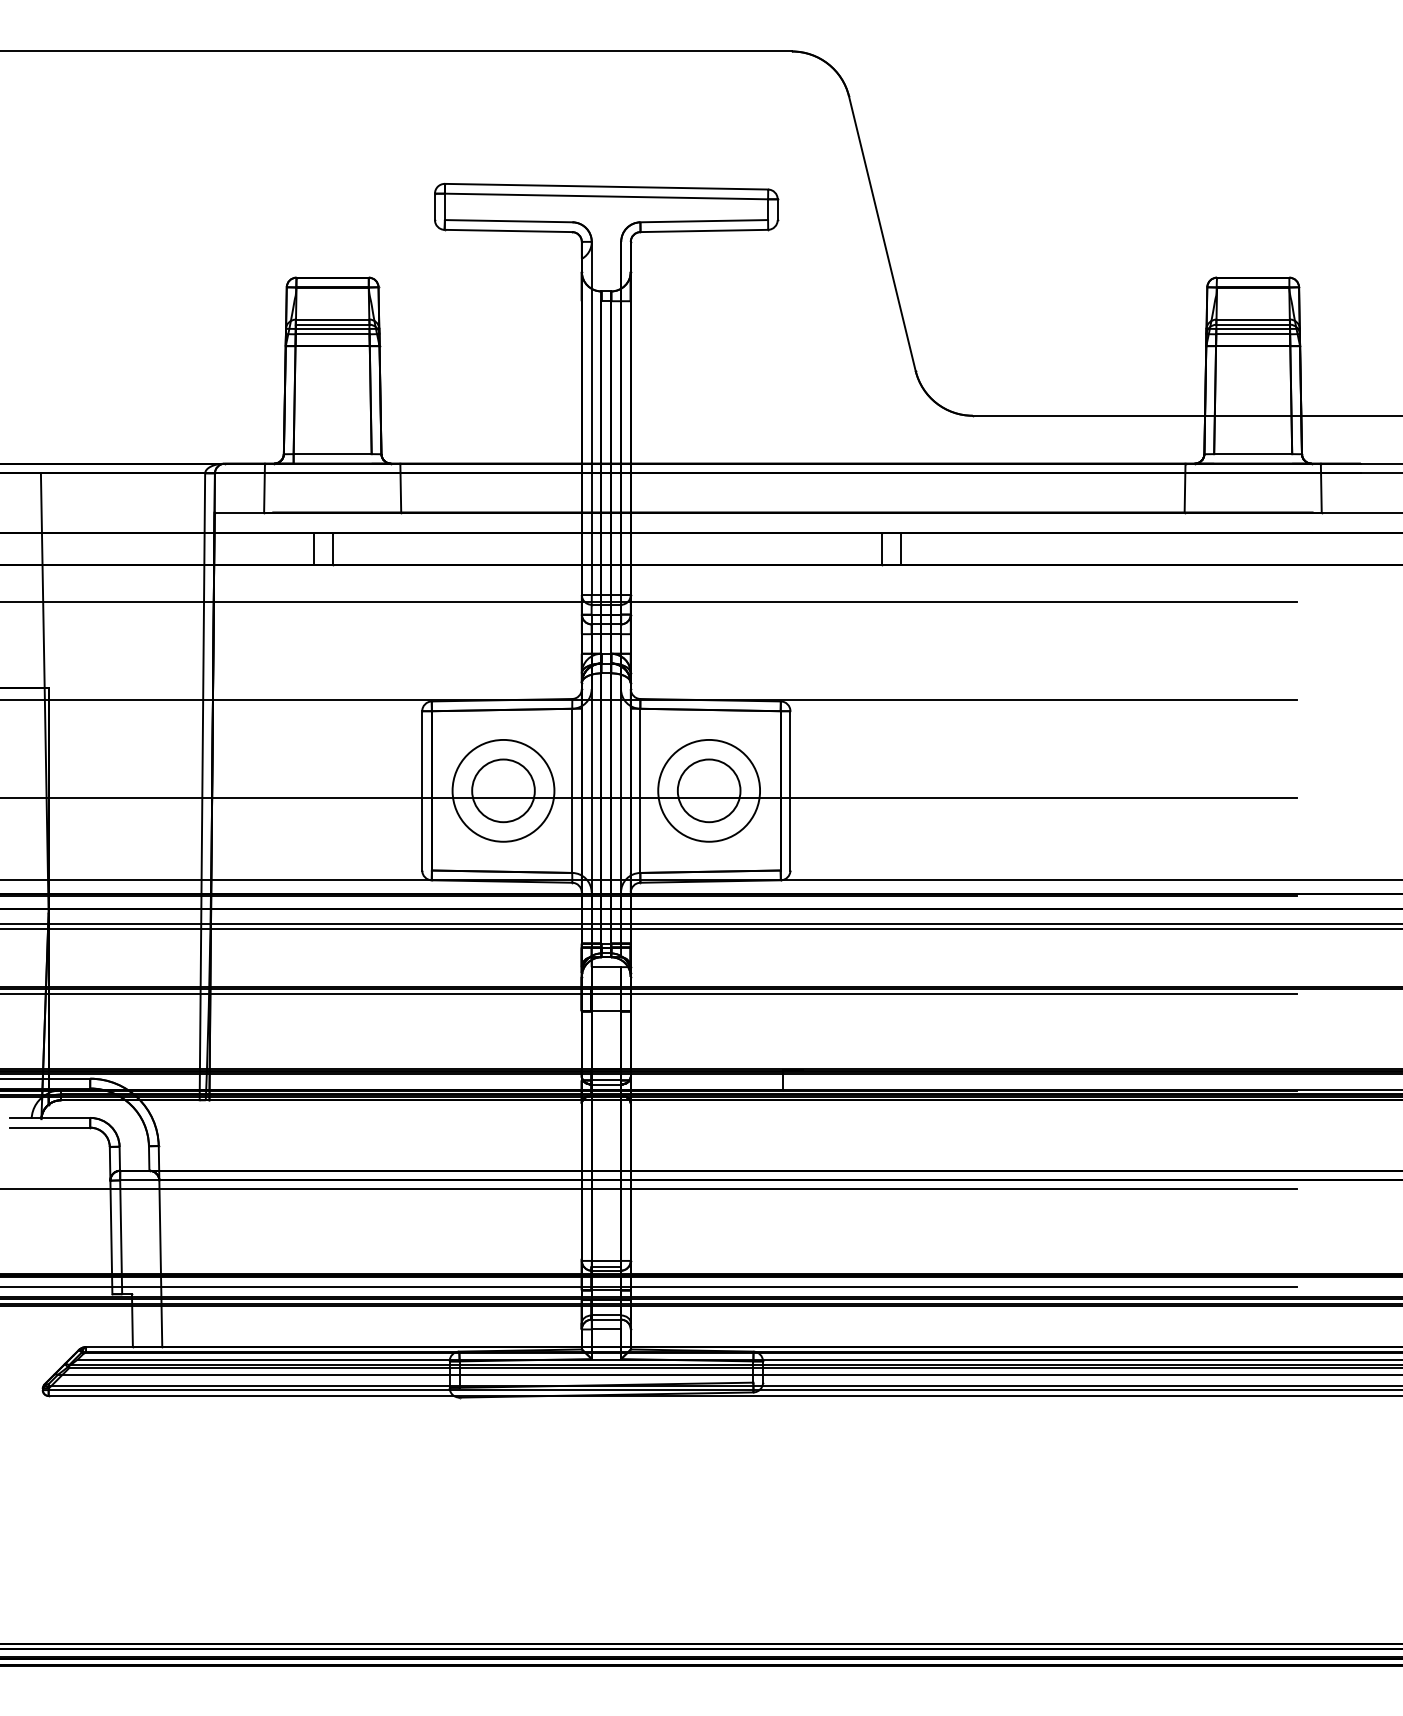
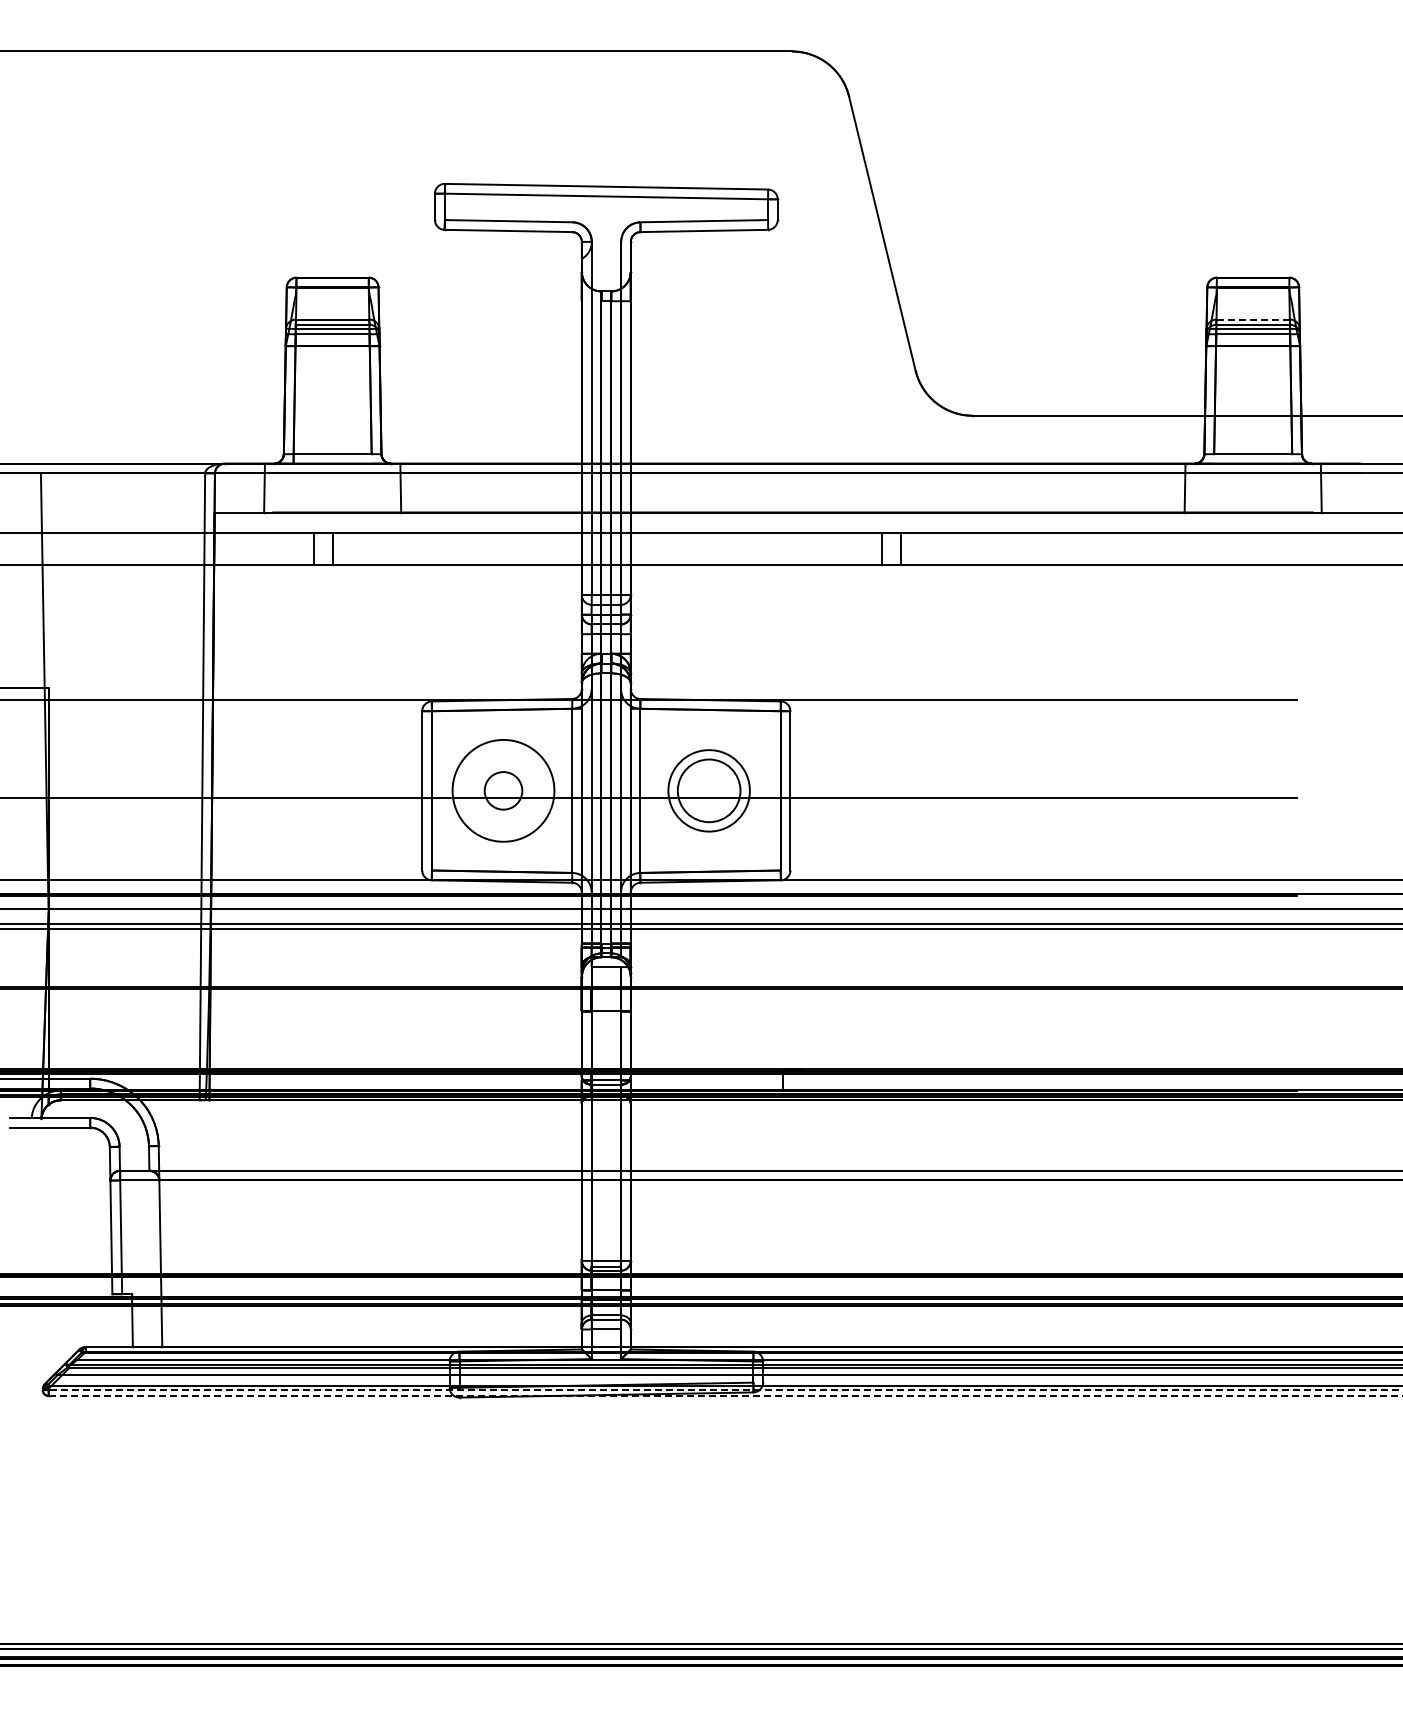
line at (1253, 319): solid -> dashed
line at (649, 601): present -> none
circle at (503, 790) diameter: 63 px -> 38 px
circle at (709, 790) diameter: 102 px -> 81 px
line at (649, 993): present -> none
line at (649, 1189): present -> none
line at (649, 1287): present -> none
line at (725, 1390): solid -> dashed
line at (725, 1396): solid -> dashed
